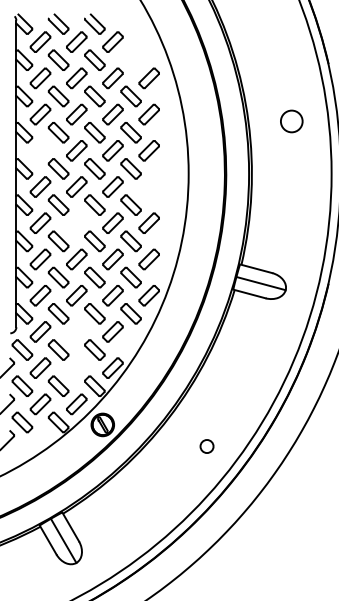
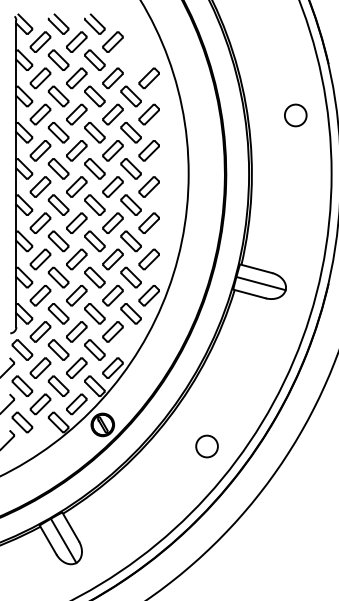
circle at (291, 121) position: (291, 121) -> (295, 115)
part at (40, 150): none -> present
part at (148, 186): none -> present
part at (76, 222): none -> present
part at (76, 331): none -> present
part at (76, 367): none -> present
circle at (206, 446) size: 16x15 px -> 24x25 px
